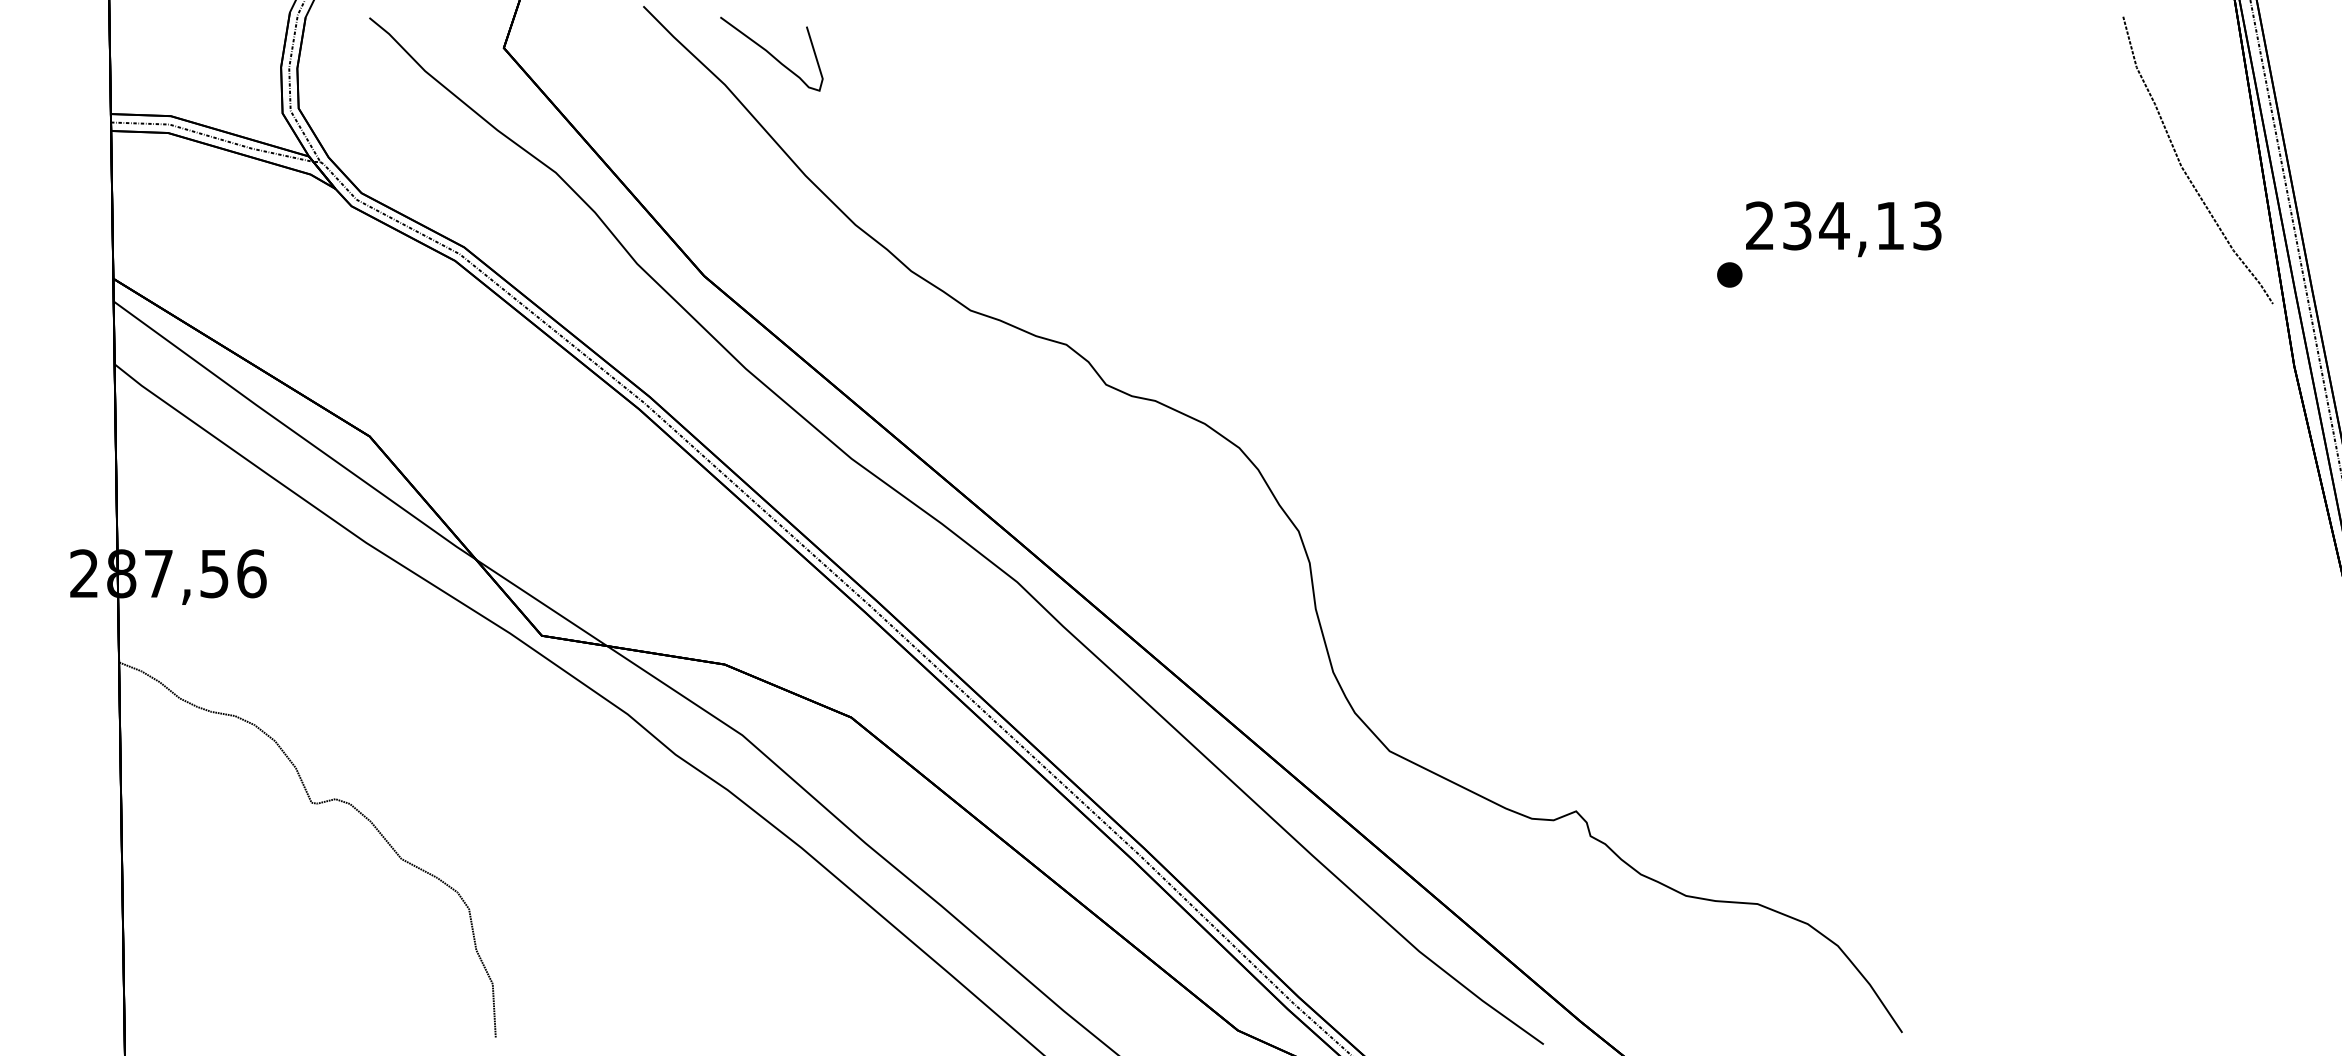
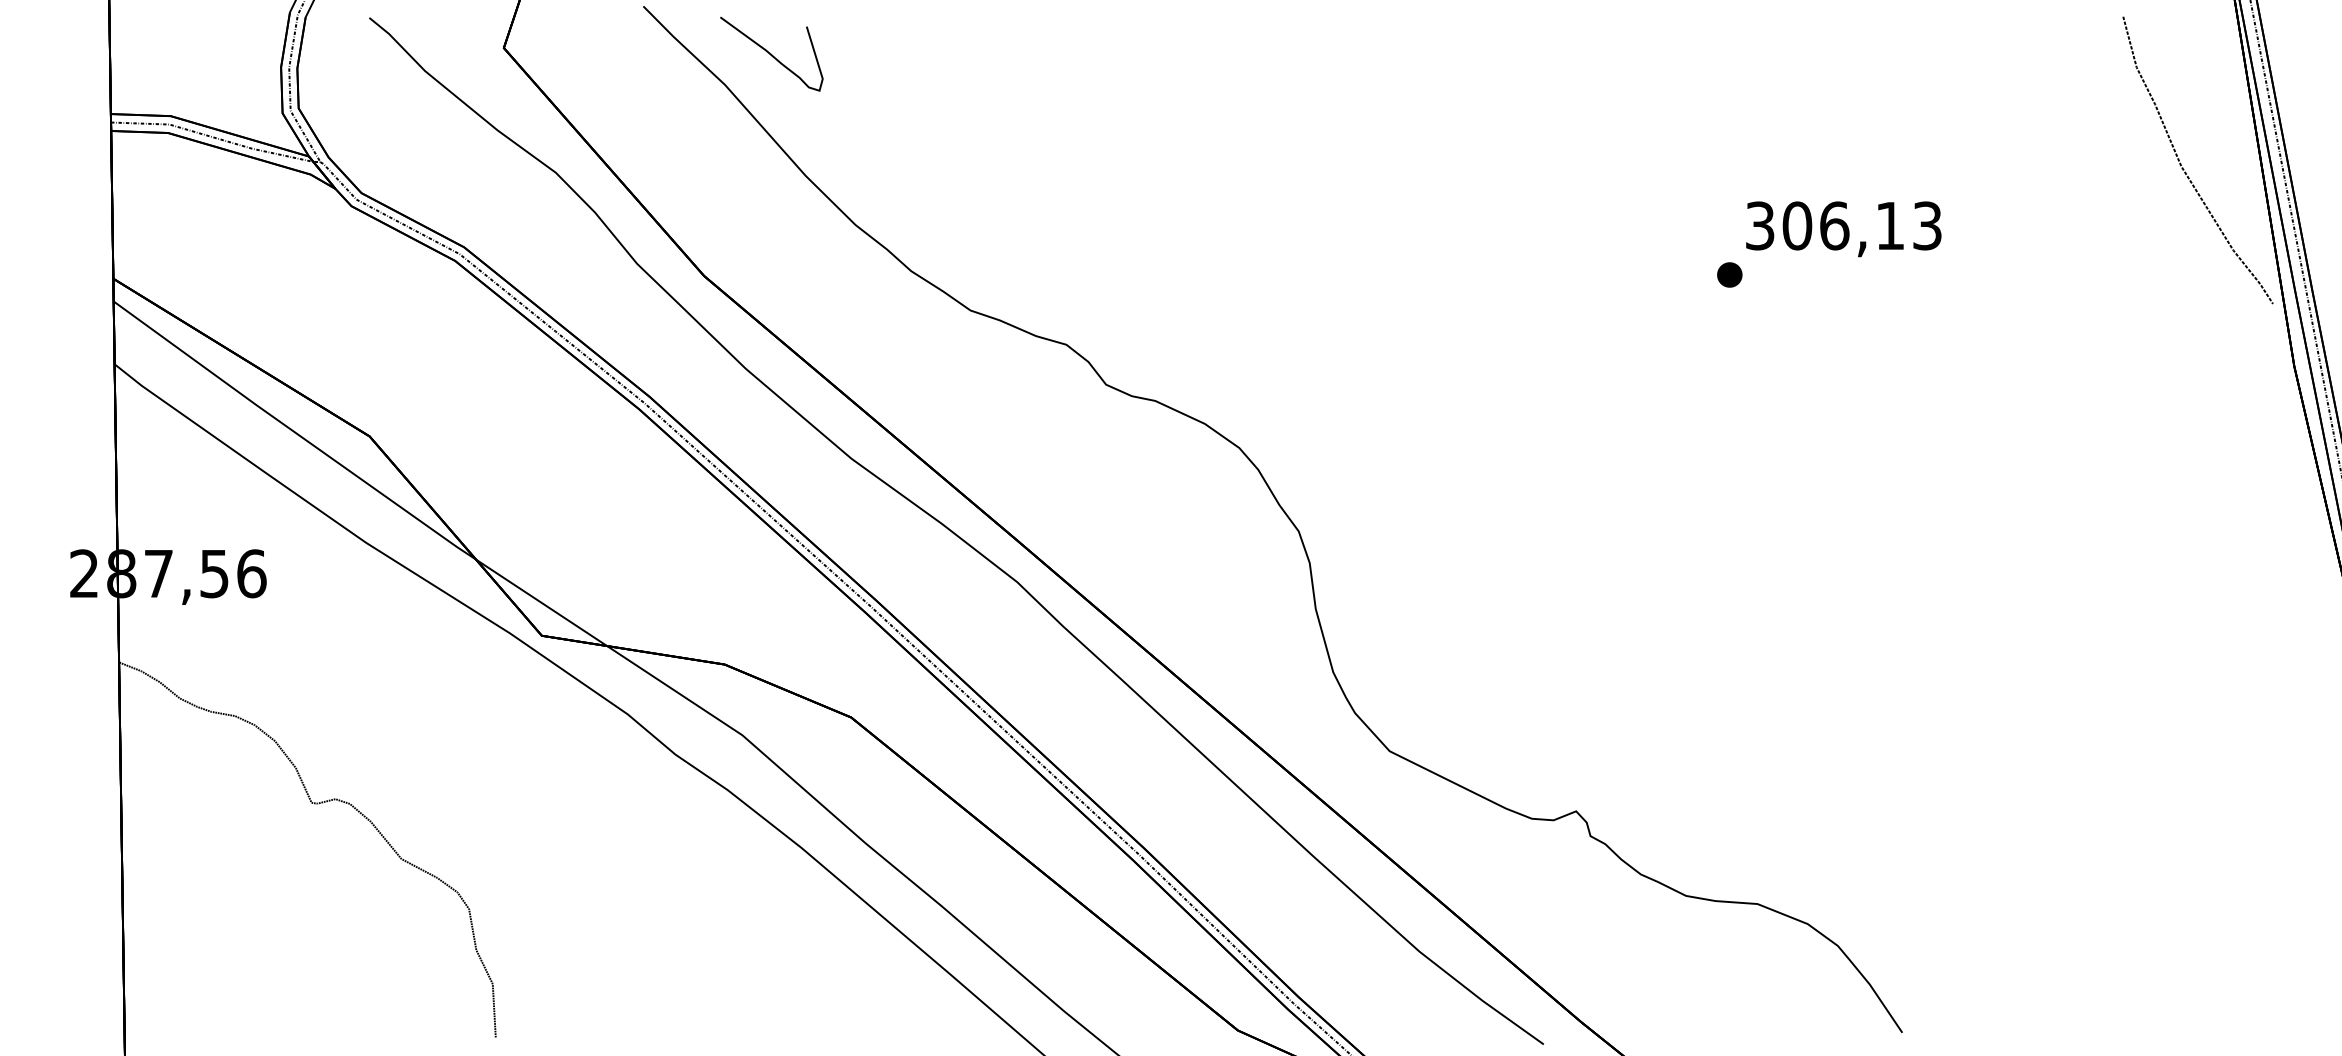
text at (1797, 225): 234,13 -> 306,13
